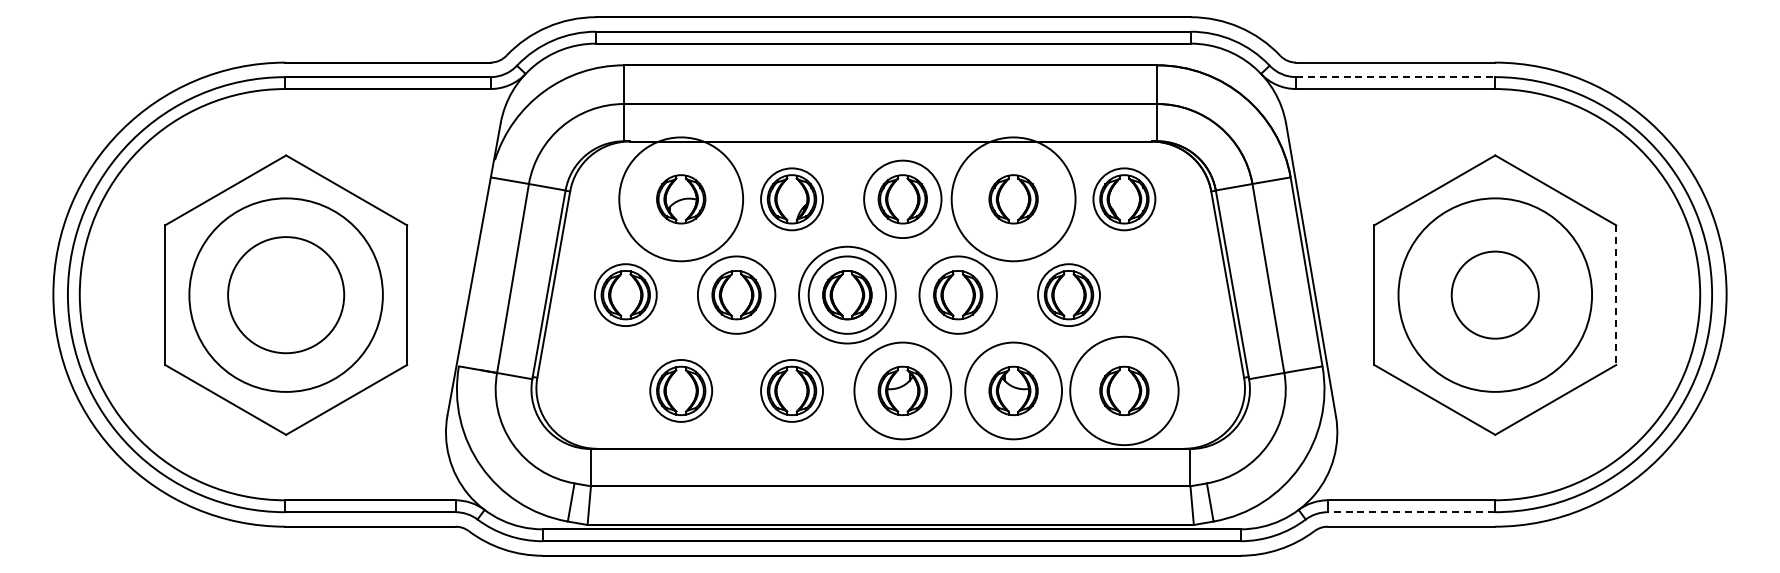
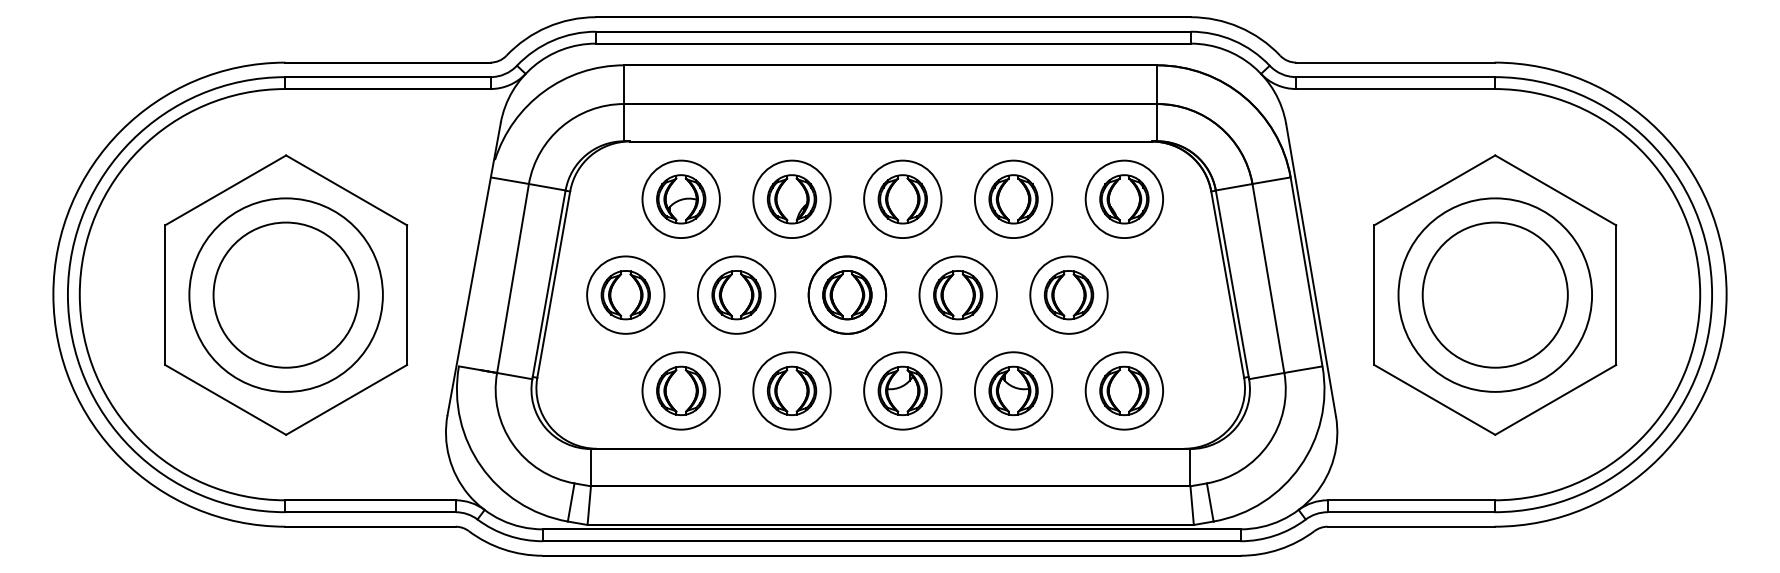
line at (1395, 77): dashed -> solid
circle at (681, 199) diameter: 124 px -> 77 px
circle at (791, 199) diameter: 62 px -> 77 px
circle at (1013, 199) diameter: 124 px -> 77 px
circle at (1124, 199) diameter: 62 px -> 77 px
circle at (847, 294) diameter: 97 px -> 77 px
circle at (1494, 294) diameter: 87 px -> 145 px
circle at (286, 295) diameter: 116 px -> 145 px
circle at (625, 295) diameter: 62 px -> 77 px
circle at (1068, 295) diameter: 62 px -> 77 px
line at (1616, 295): dashed -> solid
circle at (681, 390) diameter: 62 px -> 77 px
circle at (791, 390) diameter: 62 px -> 77 px
circle at (902, 390) diameter: 97 px -> 77 px
circle at (1013, 390) diameter: 97 px -> 77 px
circle at (1124, 390) diameter: 108 px -> 77 px
line at (1410, 512): dashed -> solid
